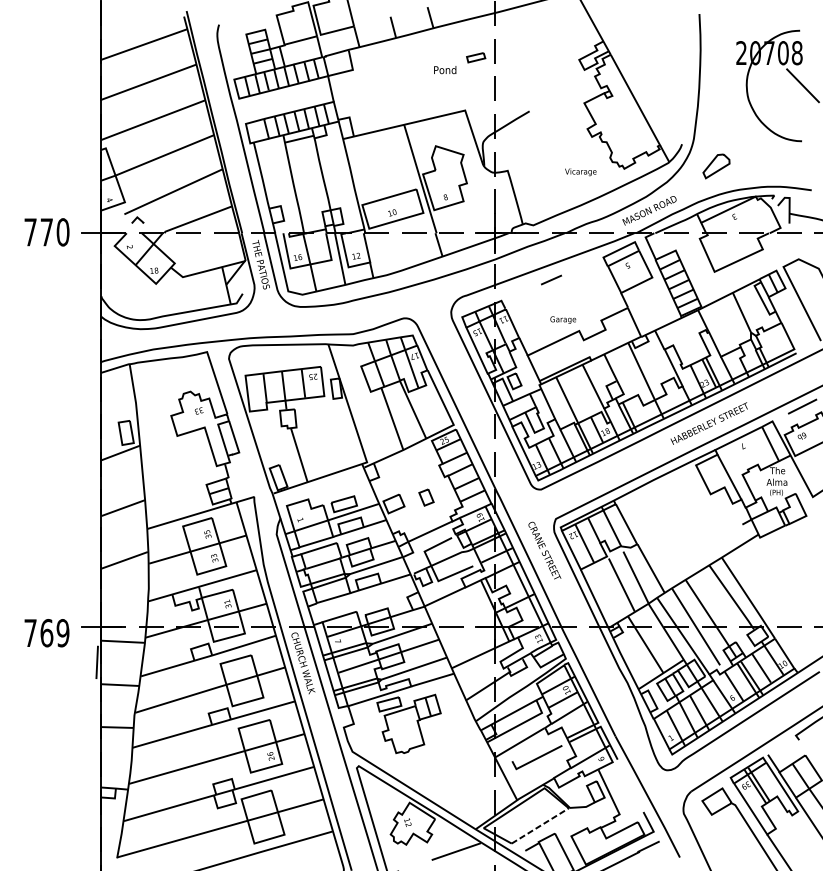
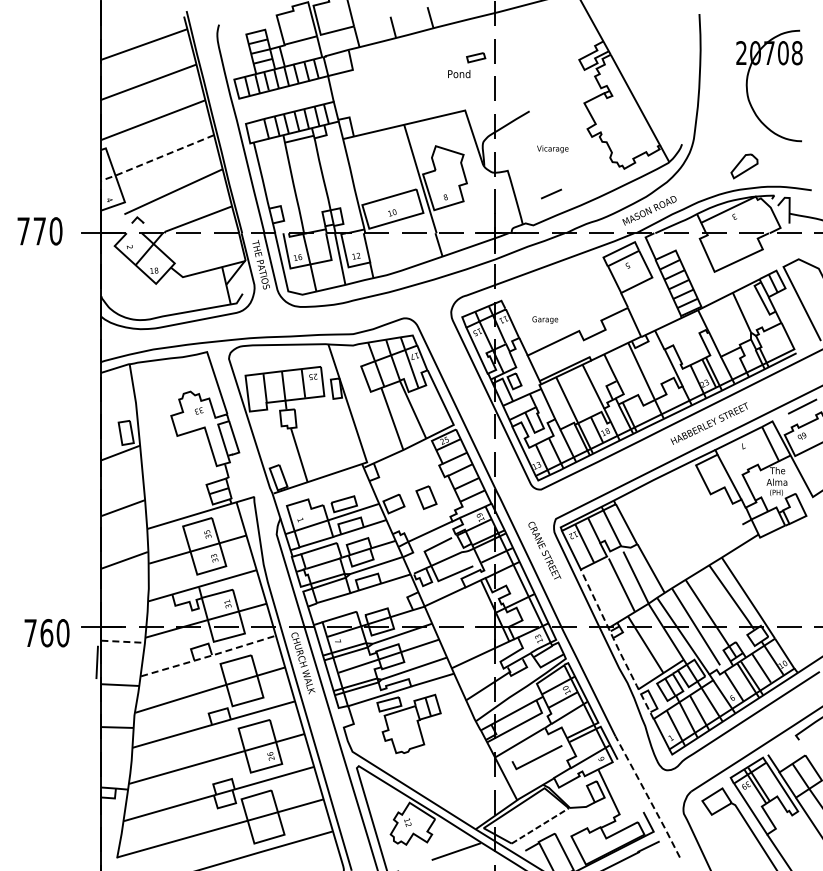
text at (445, 70) position: (445, 70) -> (459, 74)
line at (802, 85): present -> none
line at (157, 158): solid -> dashed
part at (716, 166) position: (716, 166) -> (744, 166)
text at (580, 172) position: (580, 172) -> (552, 149)
text at (46, 232) position: (46, 232) -> (39, 231)
line at (551, 279) position: (551, 279) -> (551, 193)
text at (563, 319) position: (563, 319) -> (545, 319)
part at (426, 497) size: 17x19 px -> 23x25 px
text at (62, 633): 769 -> 760
line at (123, 641): solid -> dashed
line at (617, 646): solid -> dashed
line at (209, 656): solid -> dashed
line at (647, 796): solid -> dashed
